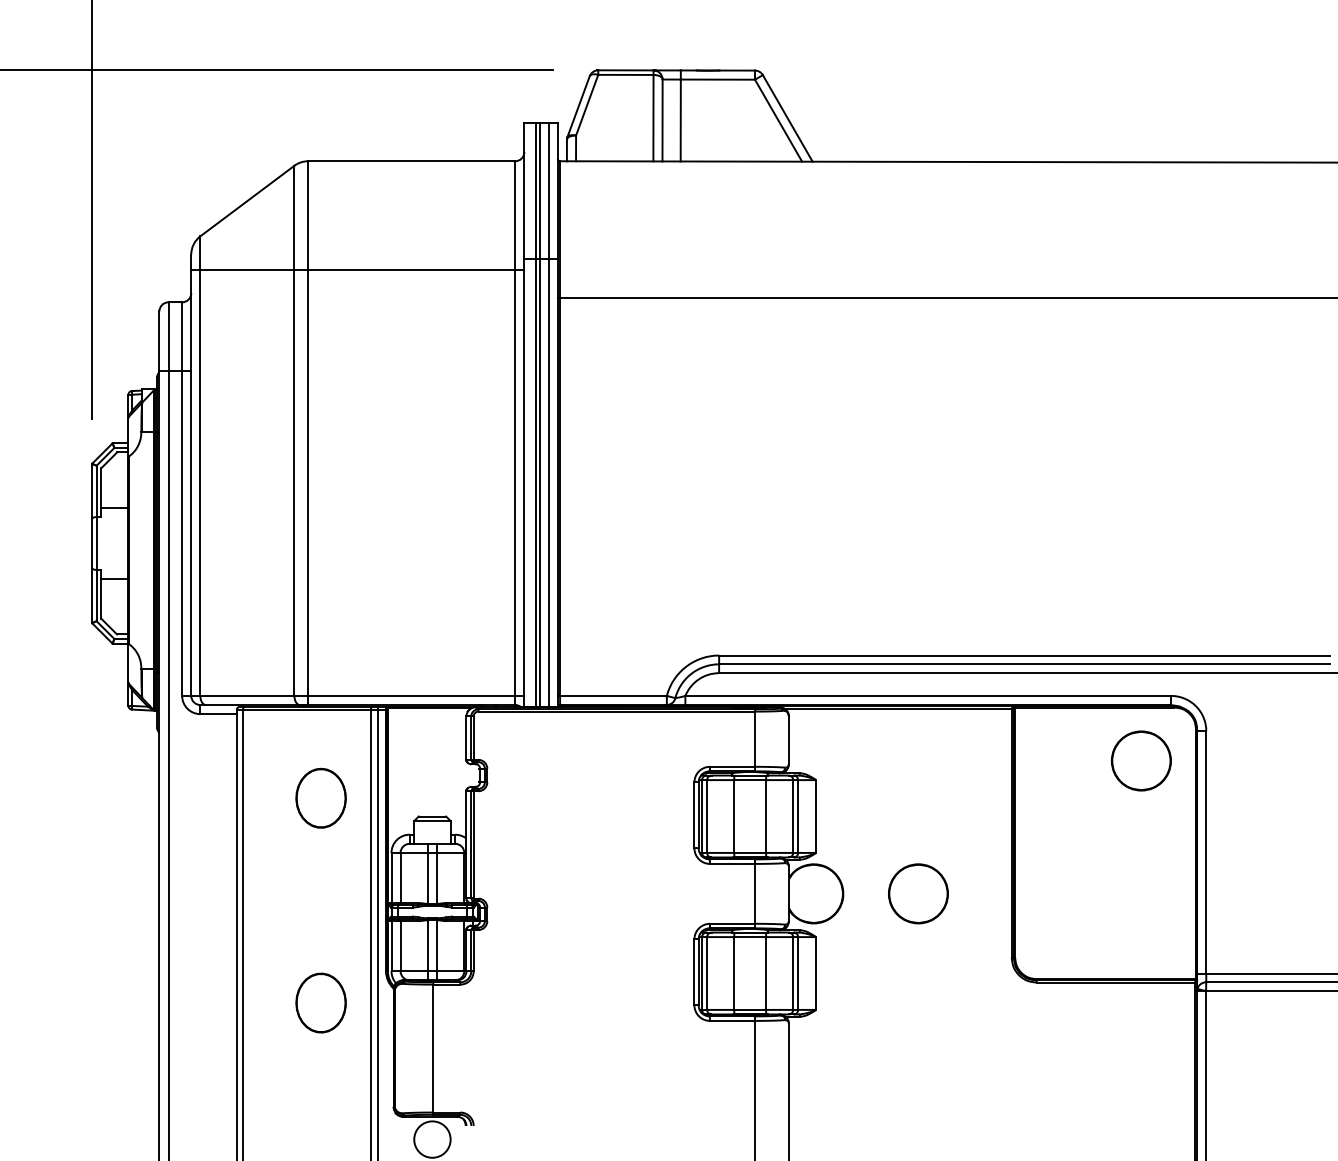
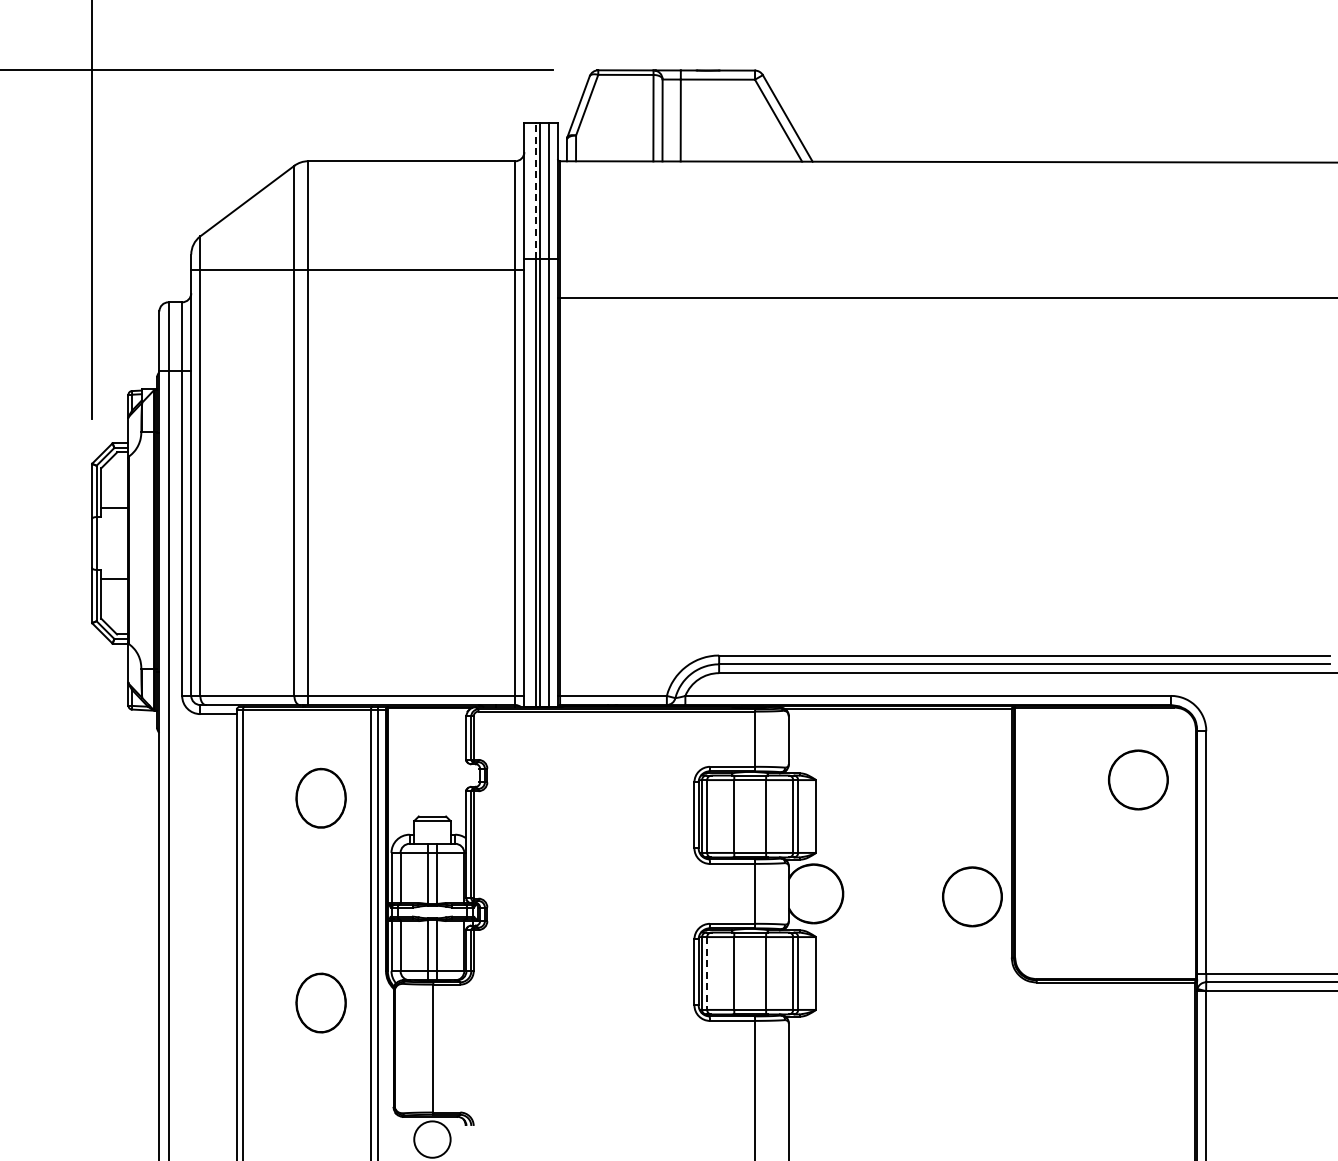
line at (535, 190): solid -> dashed
circle at (1141, 760) position: (1141, 760) -> (1138, 779)
circle at (918, 893) position: (918, 893) -> (972, 896)
line at (707, 974): solid -> dashed
